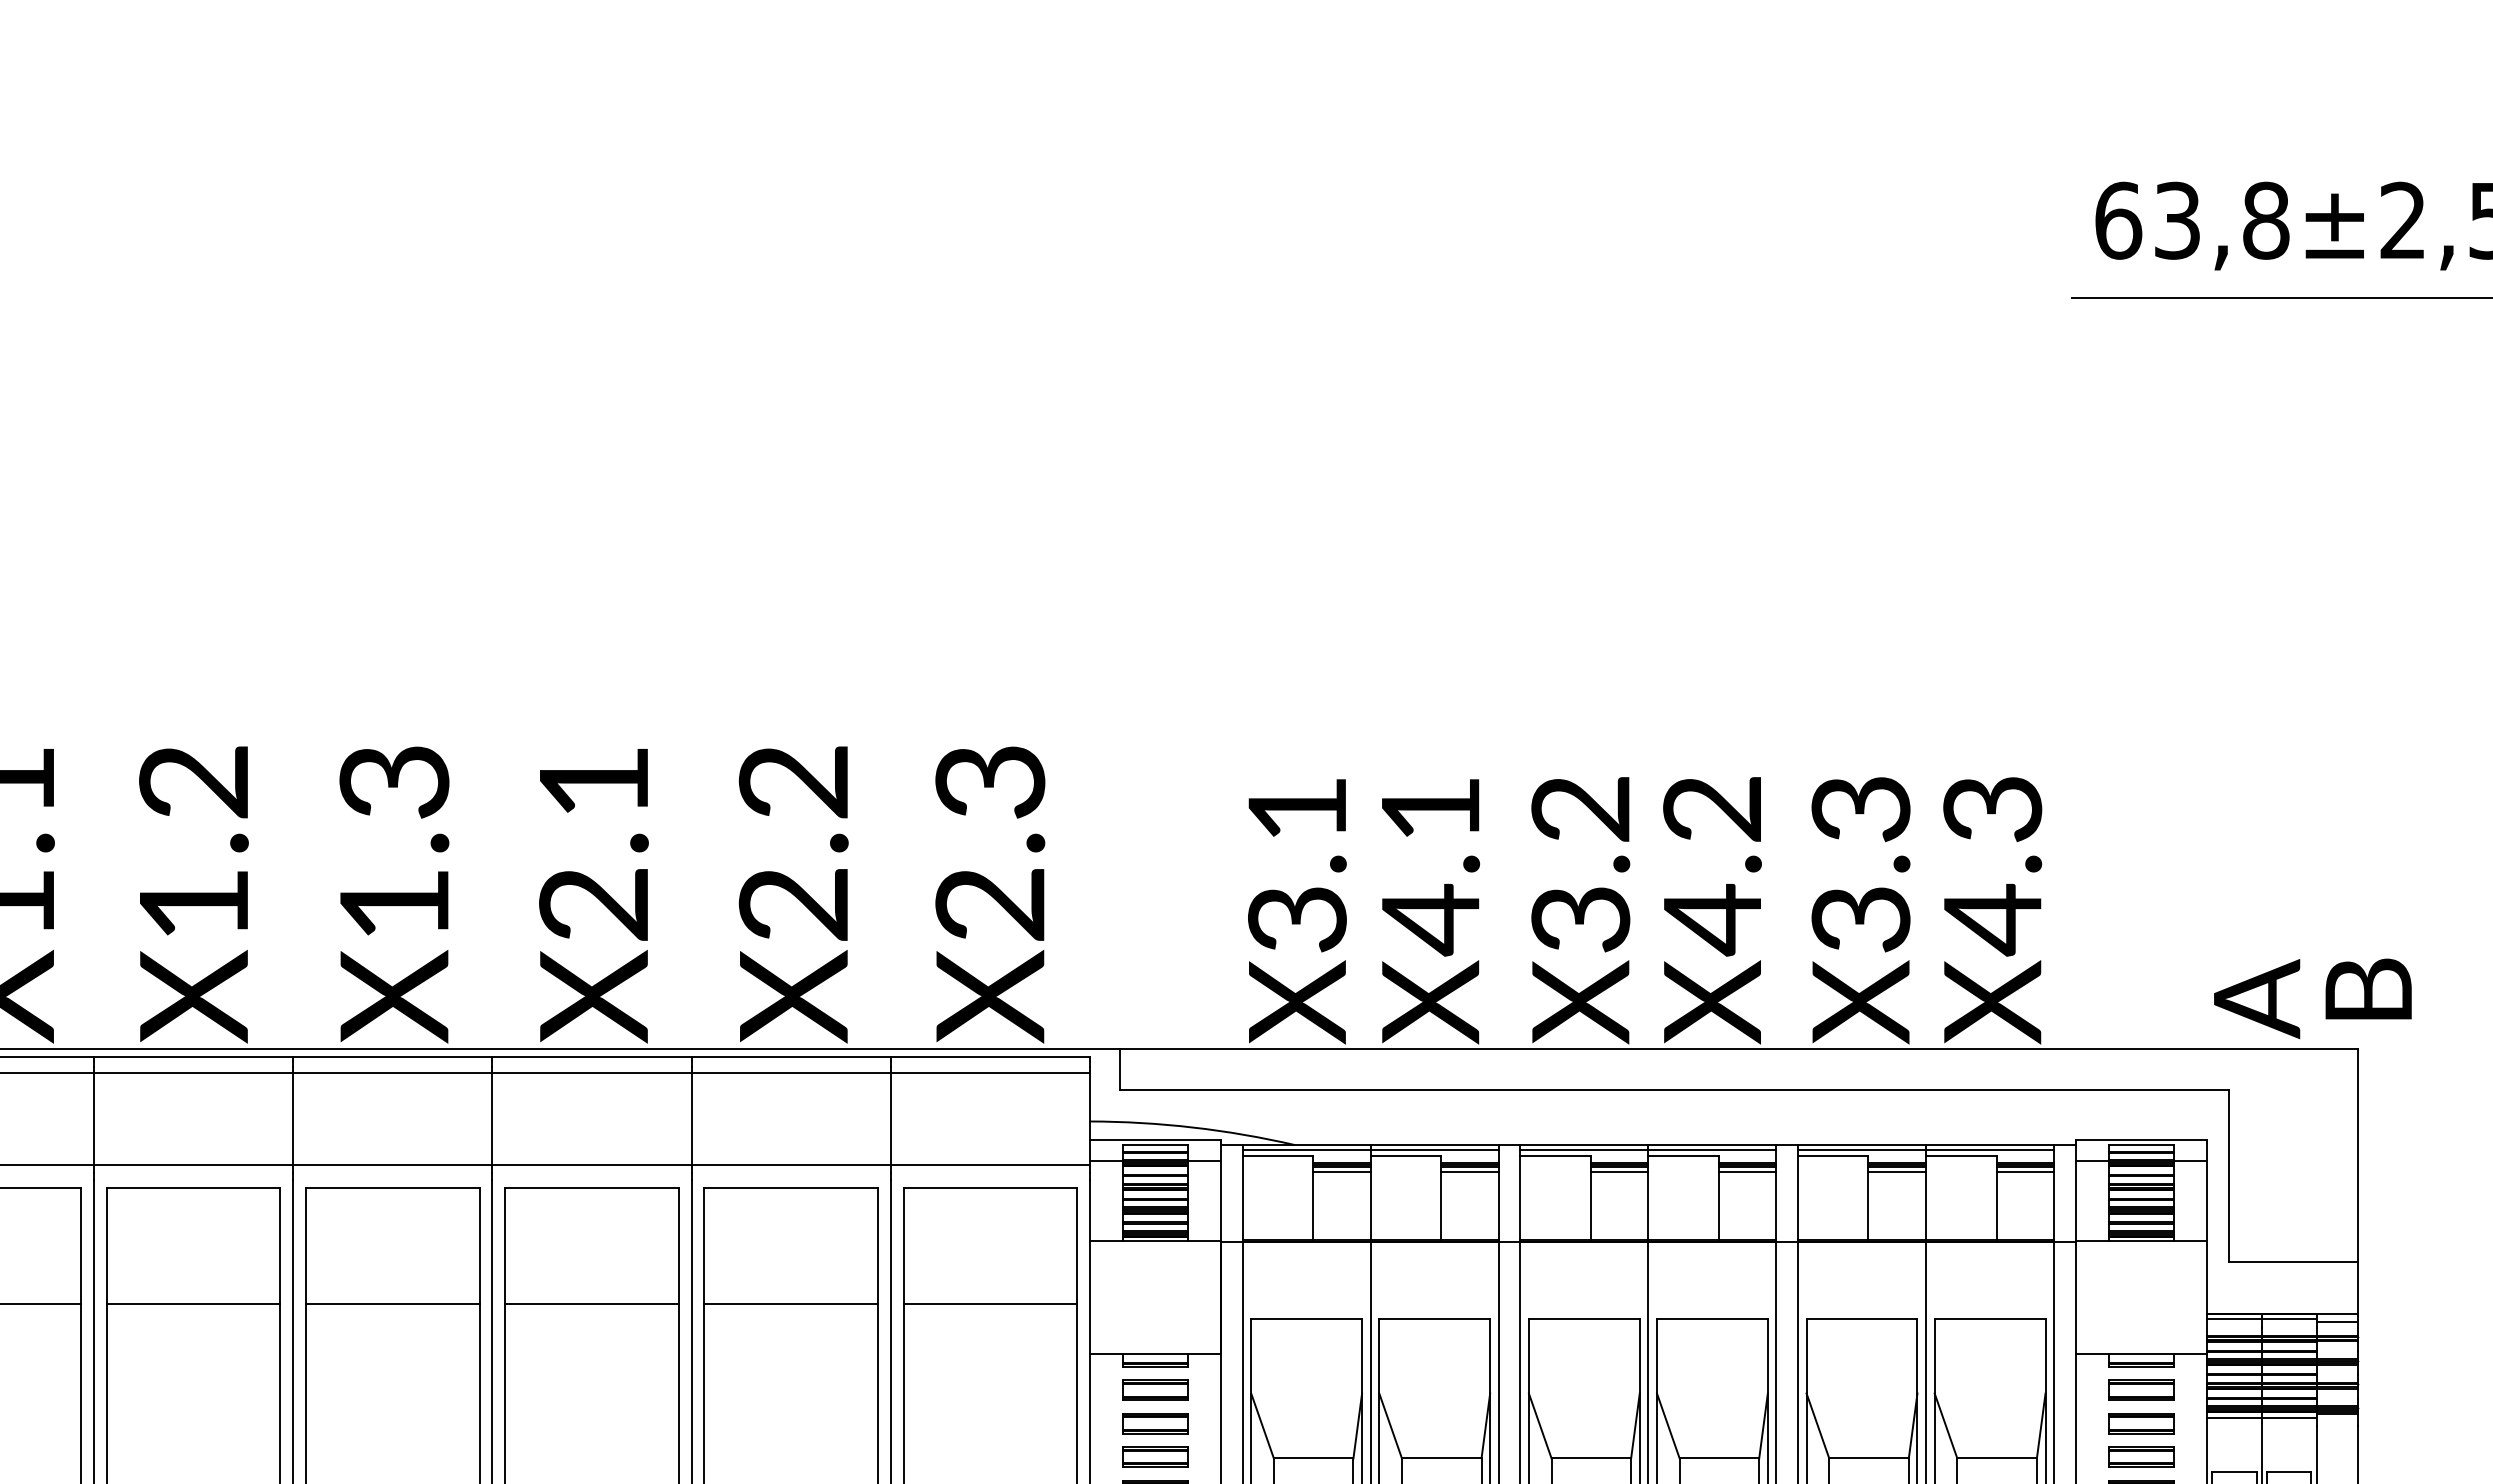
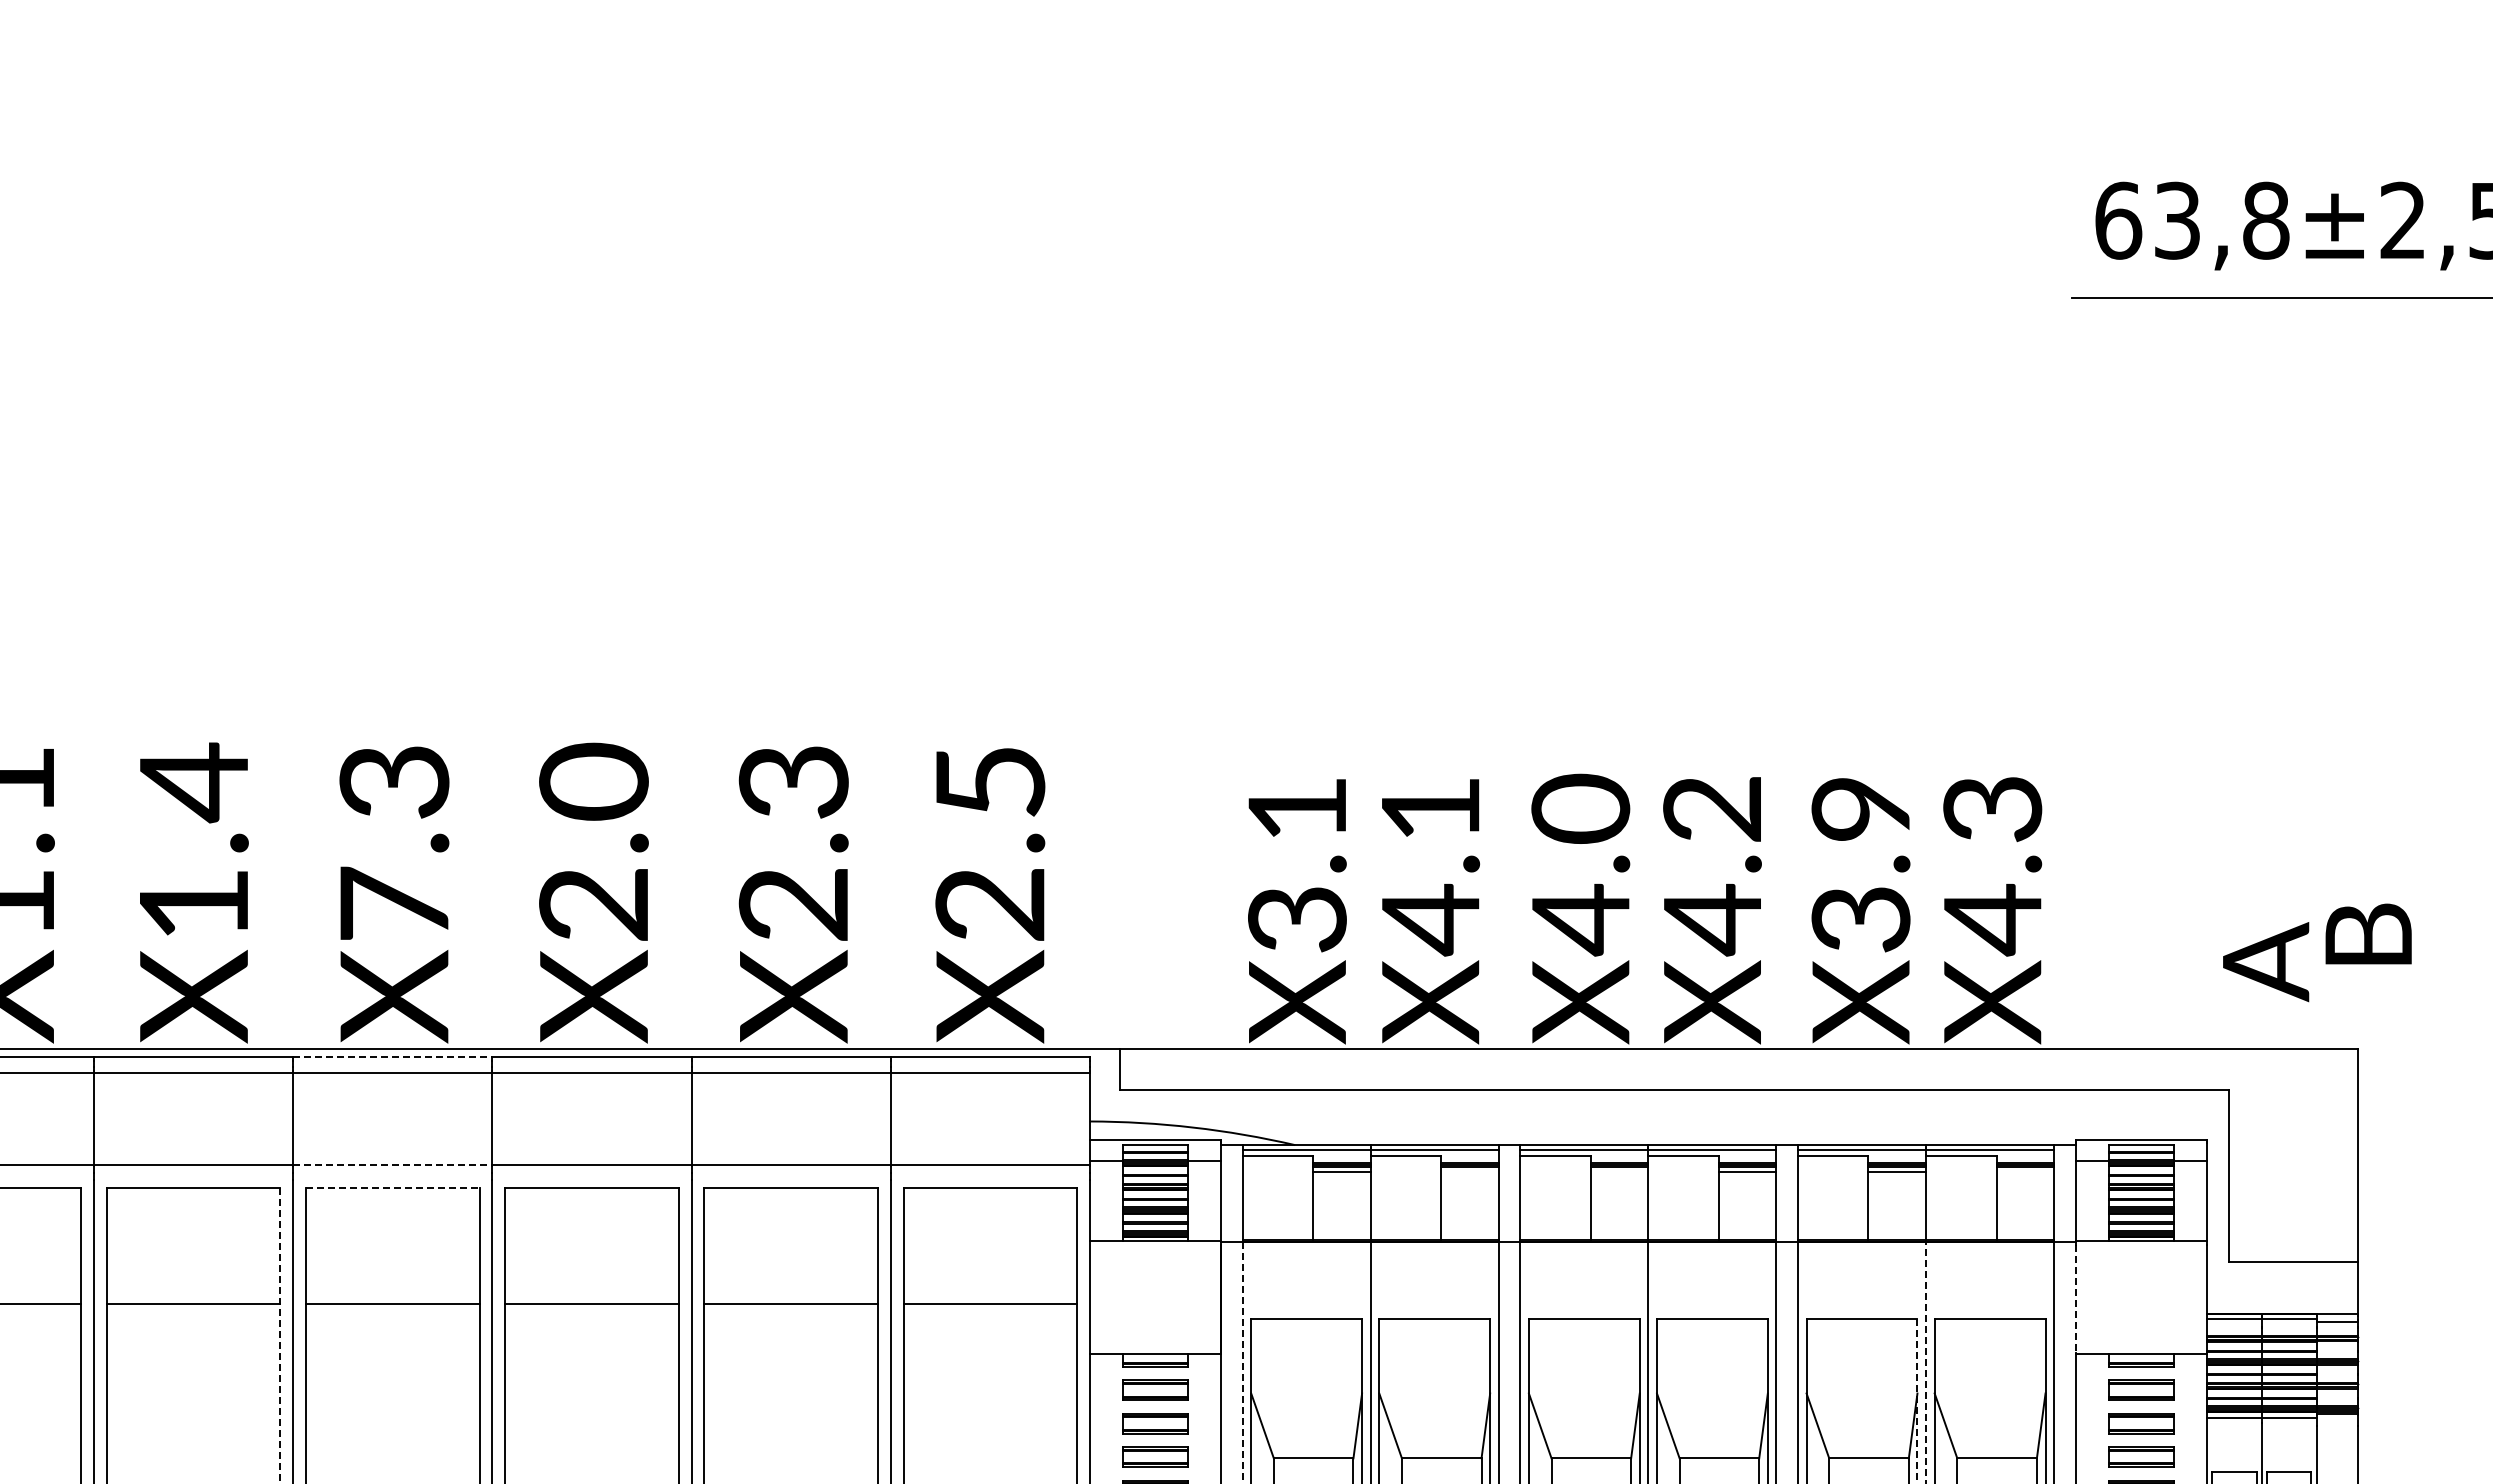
text at (593, 781): X2.1 -> X2.0
text at (193, 782): X1.2 -> X1.4
text at (793, 782): X2.2 -> X2.3
text at (990, 782): X2.3 -> X2.5
text at (1860, 809): X3.3 -> X3.9
text at (1580, 864): X3.2 -> X4.0
text at (394, 902): X1.3 -> X7.3
text at (2368, 988) position: (2368, 988) -> (2368, 933)
text at (2257, 999) position: (2257, 999) -> (2266, 962)
line at (392, 1057): solid -> dashed
line at (392, 1165): solid -> dashed
line at (1469, 1171): present -> none
line at (1619, 1171): present -> none
line at (2025, 1171): present -> none
line at (392, 1188): solid -> dashed
line at (2075, 1299): solid -> dashed
line at (280, 1336): solid -> dashed
line at (1242, 1362): solid -> dashed
line at (1926, 1362): solid -> dashed
line at (1917, 1401): solid -> dashed
